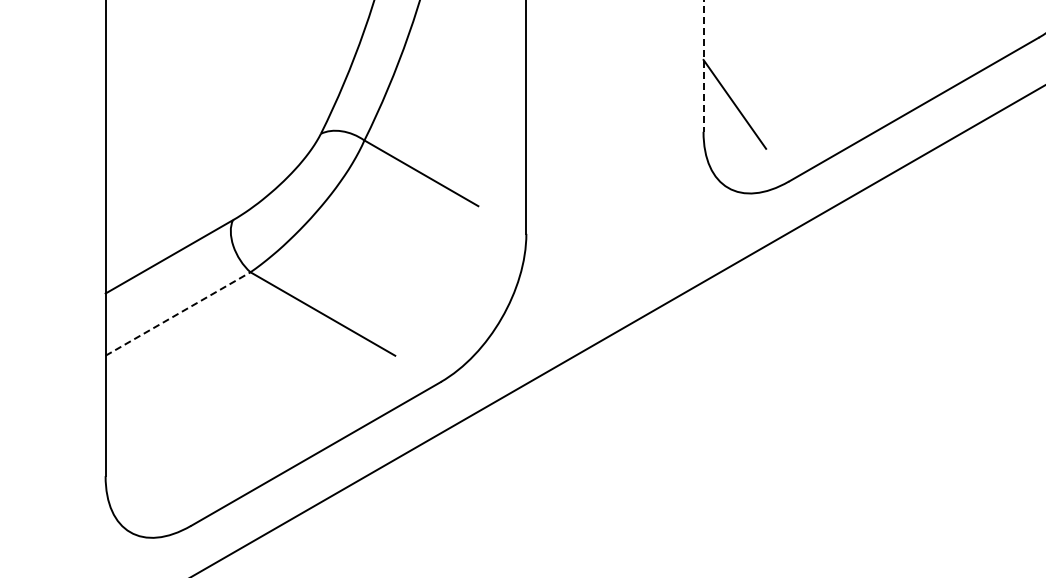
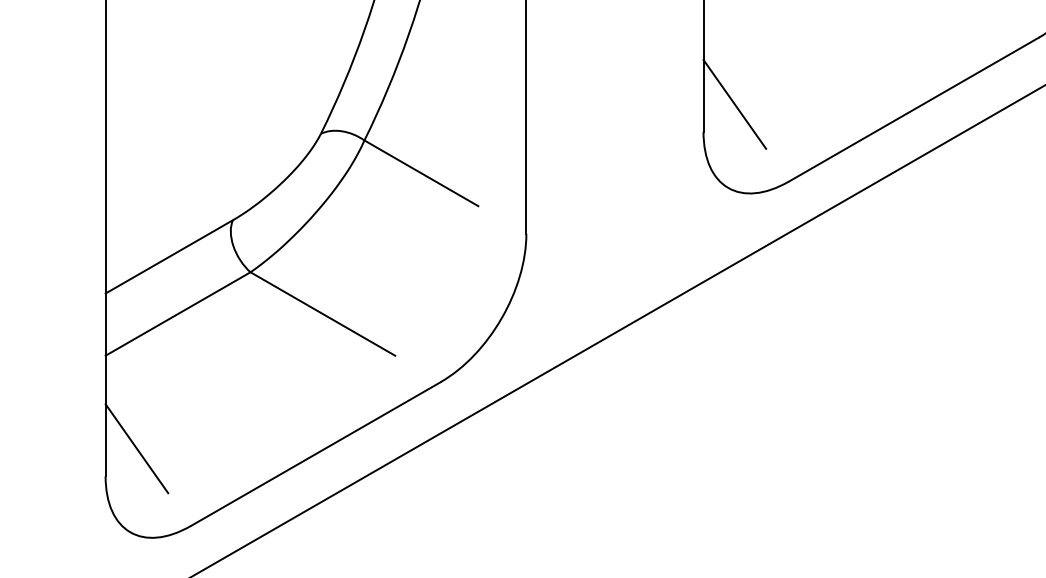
line at (703, 65): dashed -> solid
line at (178, 314): dashed -> solid
line at (136, 448): none -> present
